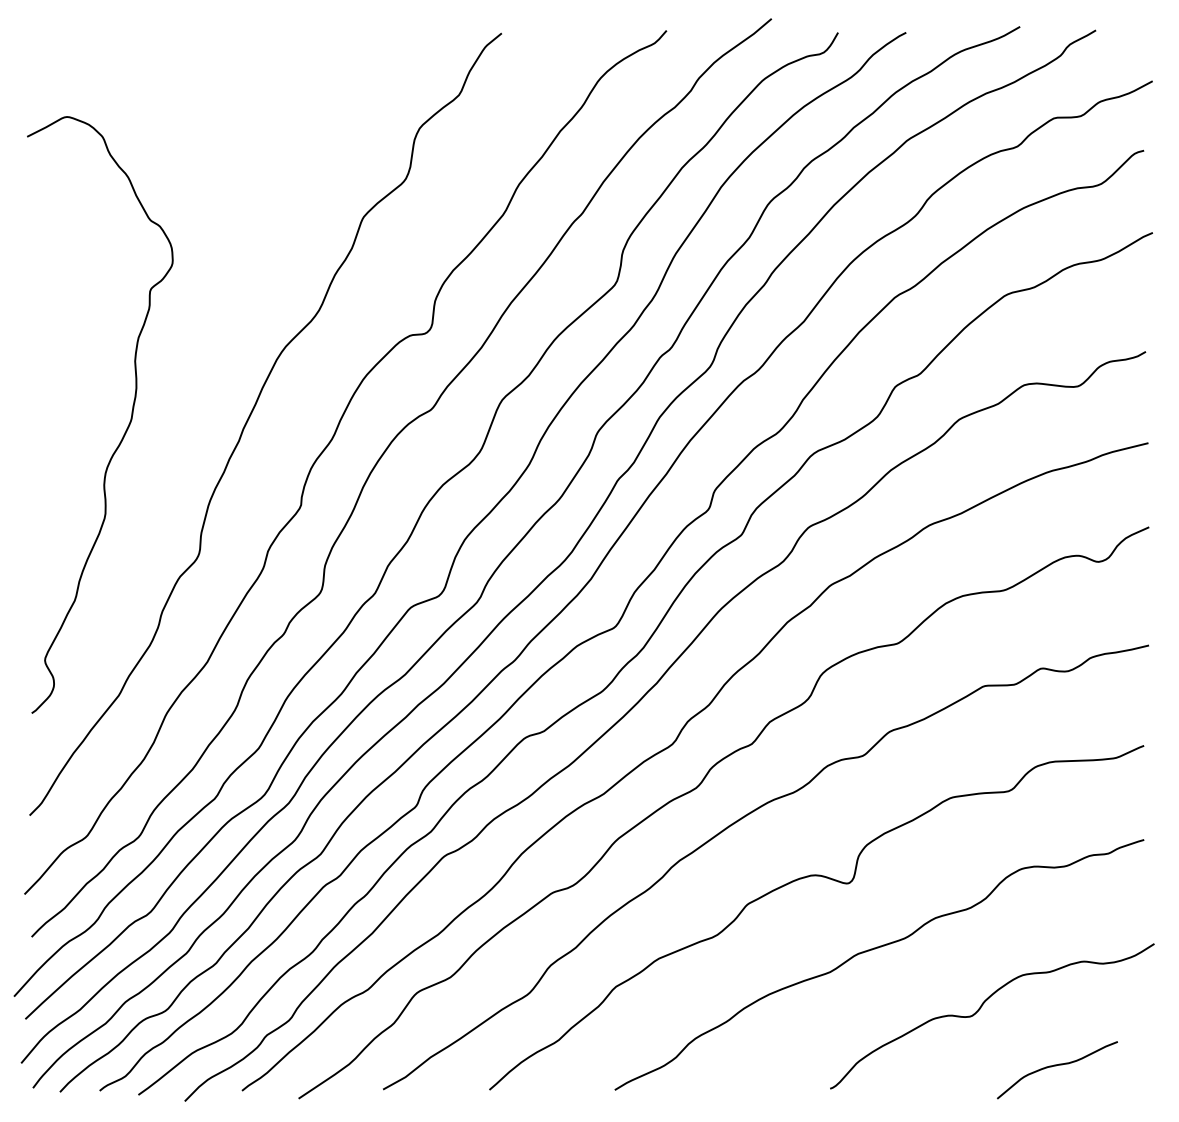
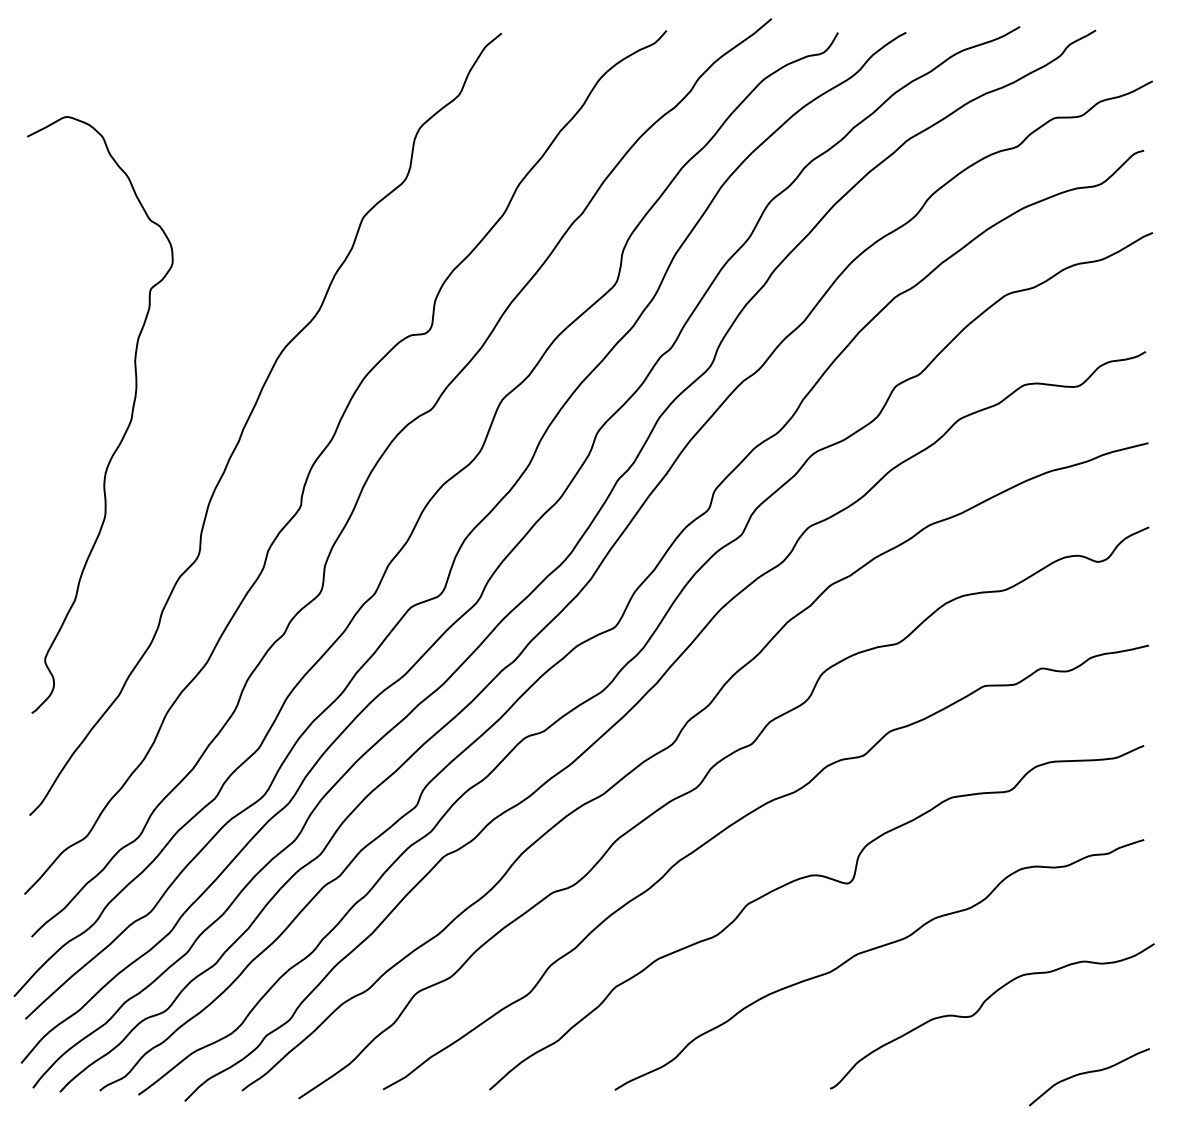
curve at (1056, 1066) position: (1056, 1066) -> (1088, 1073)
